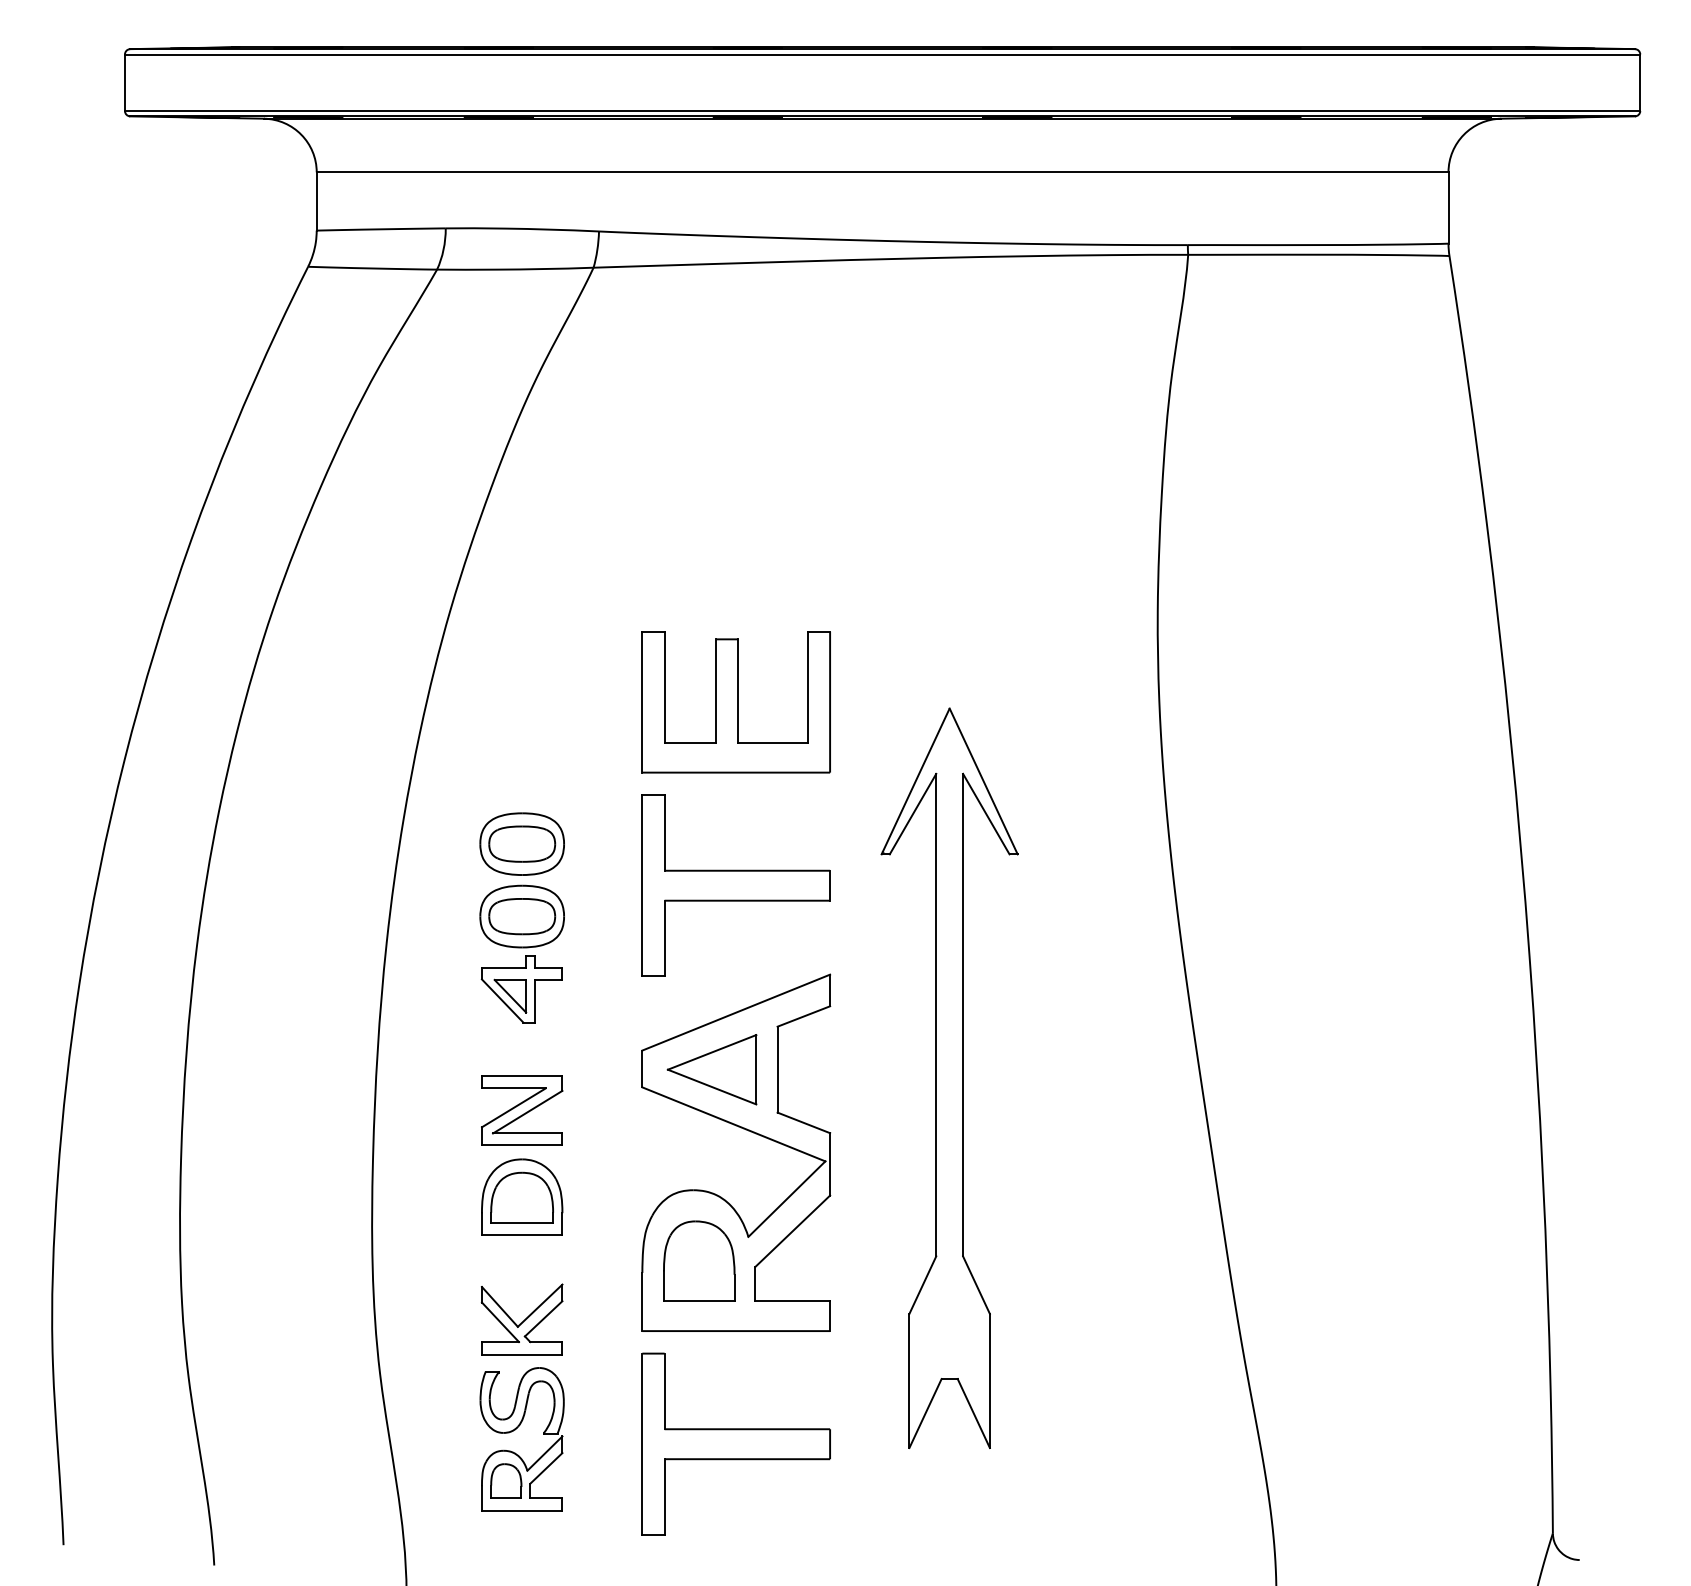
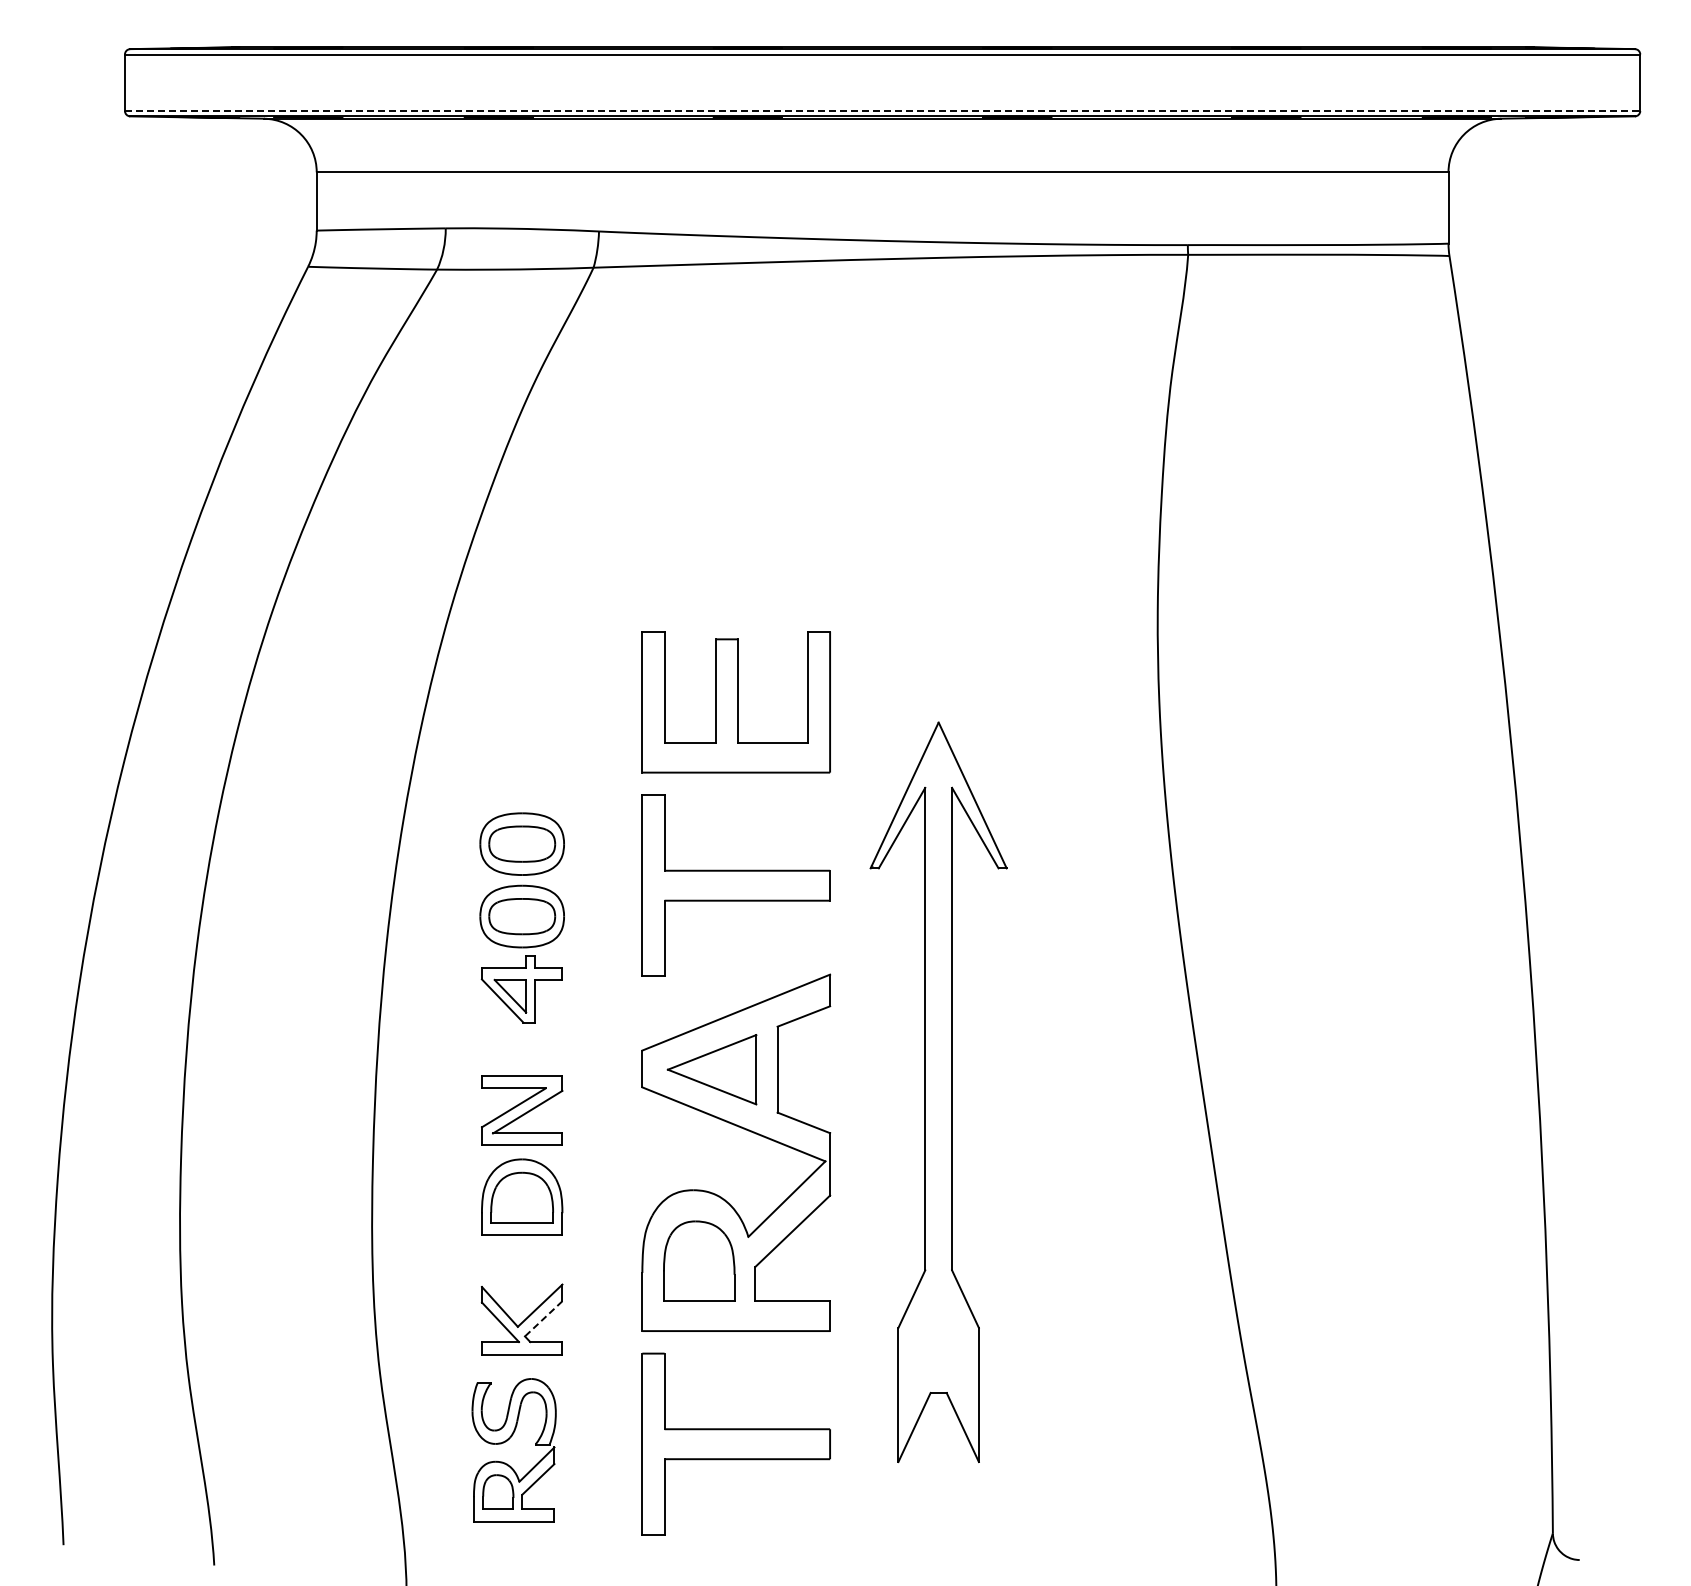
line at (882, 111): solid -> dashed
part at (949, 1077) position: (949, 1077) -> (938, 1091)
line at (543, 1318): solid -> dashed
part at (515, 1430) position: (515, 1430) -> (507, 1441)
